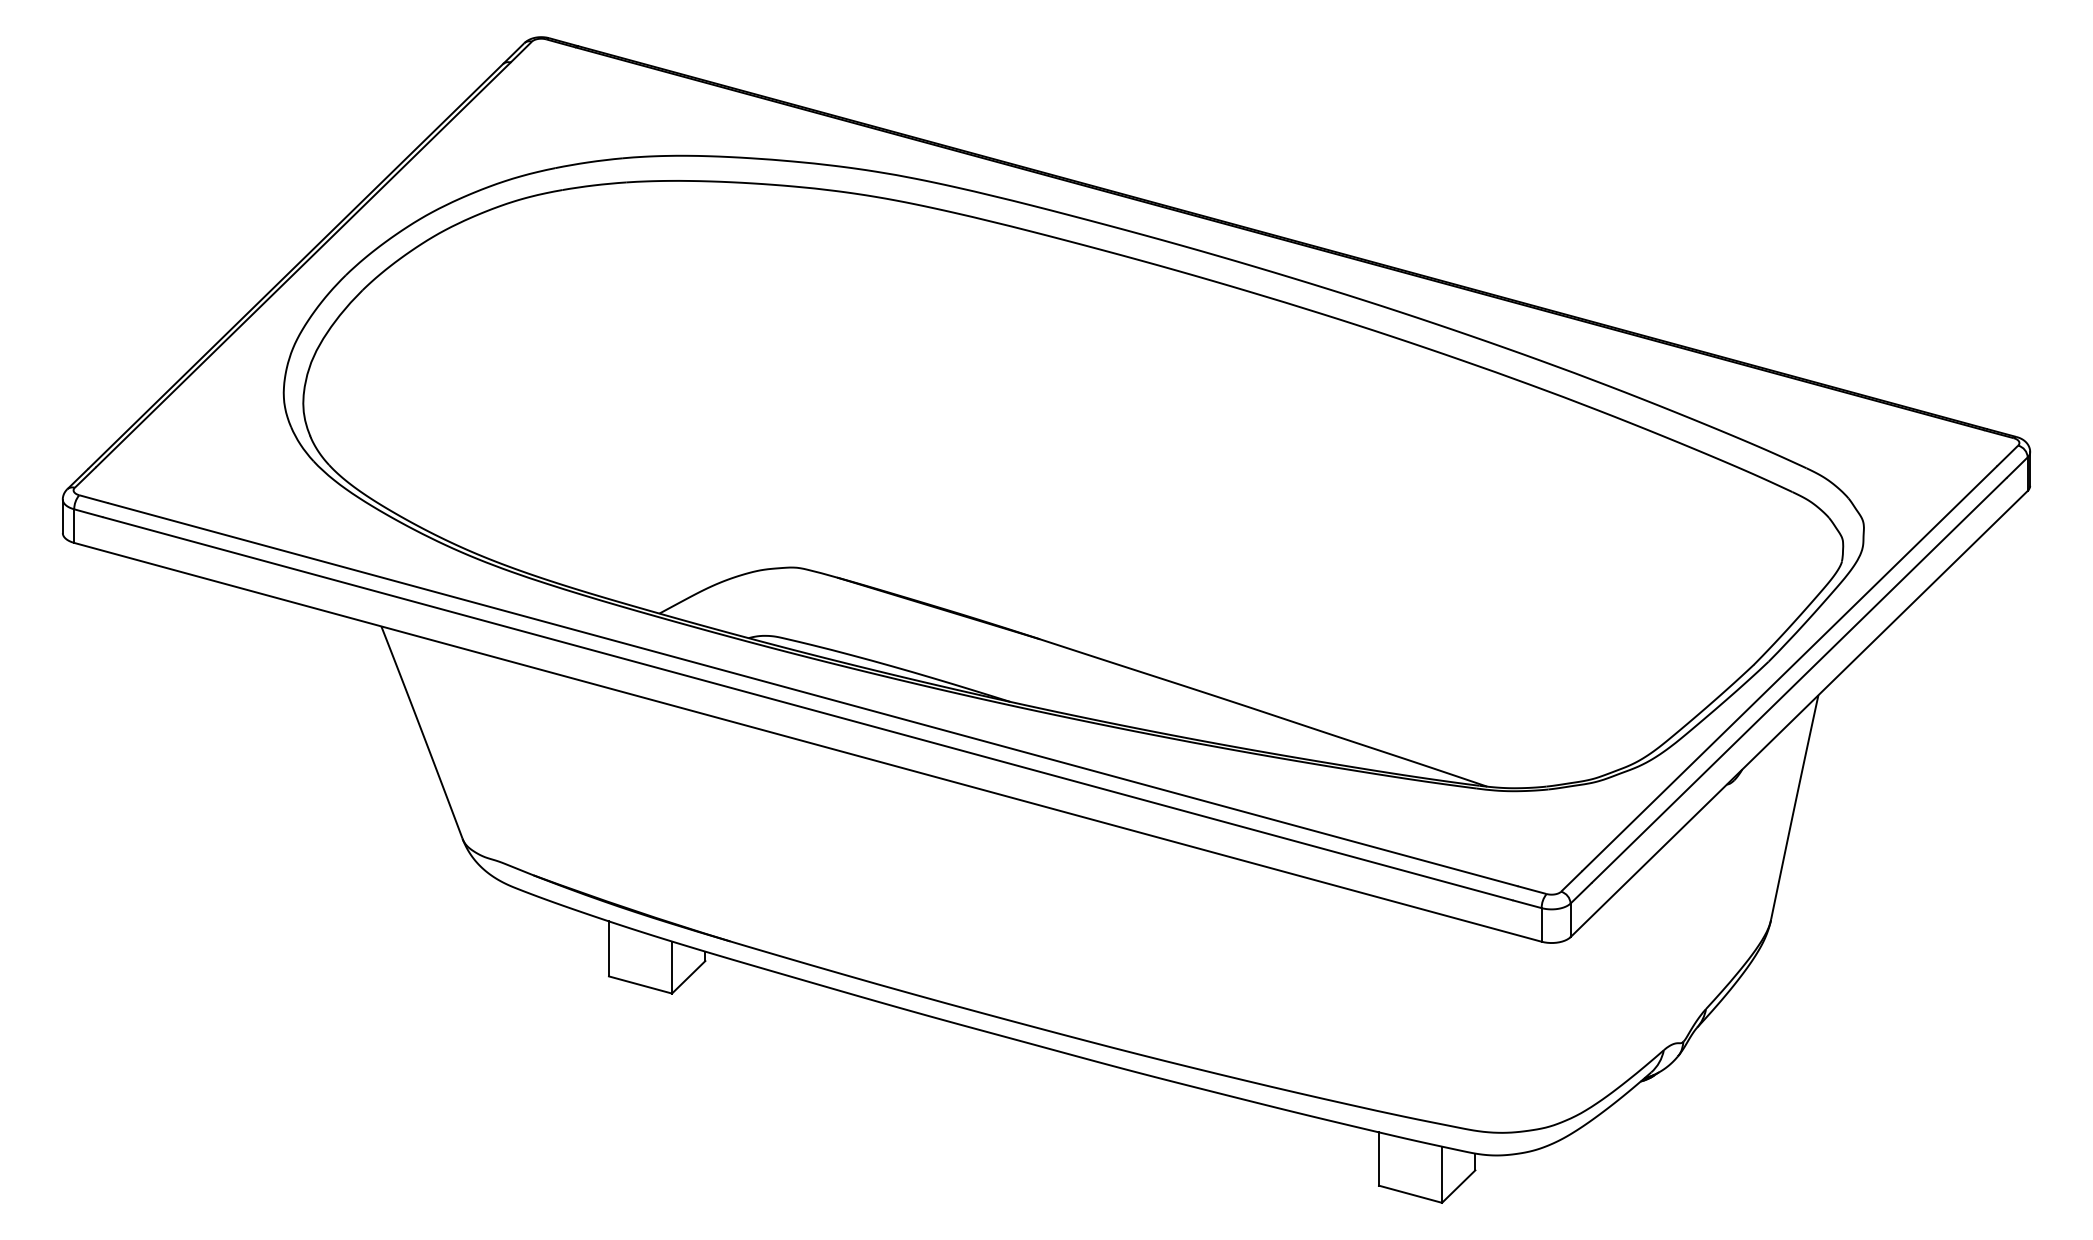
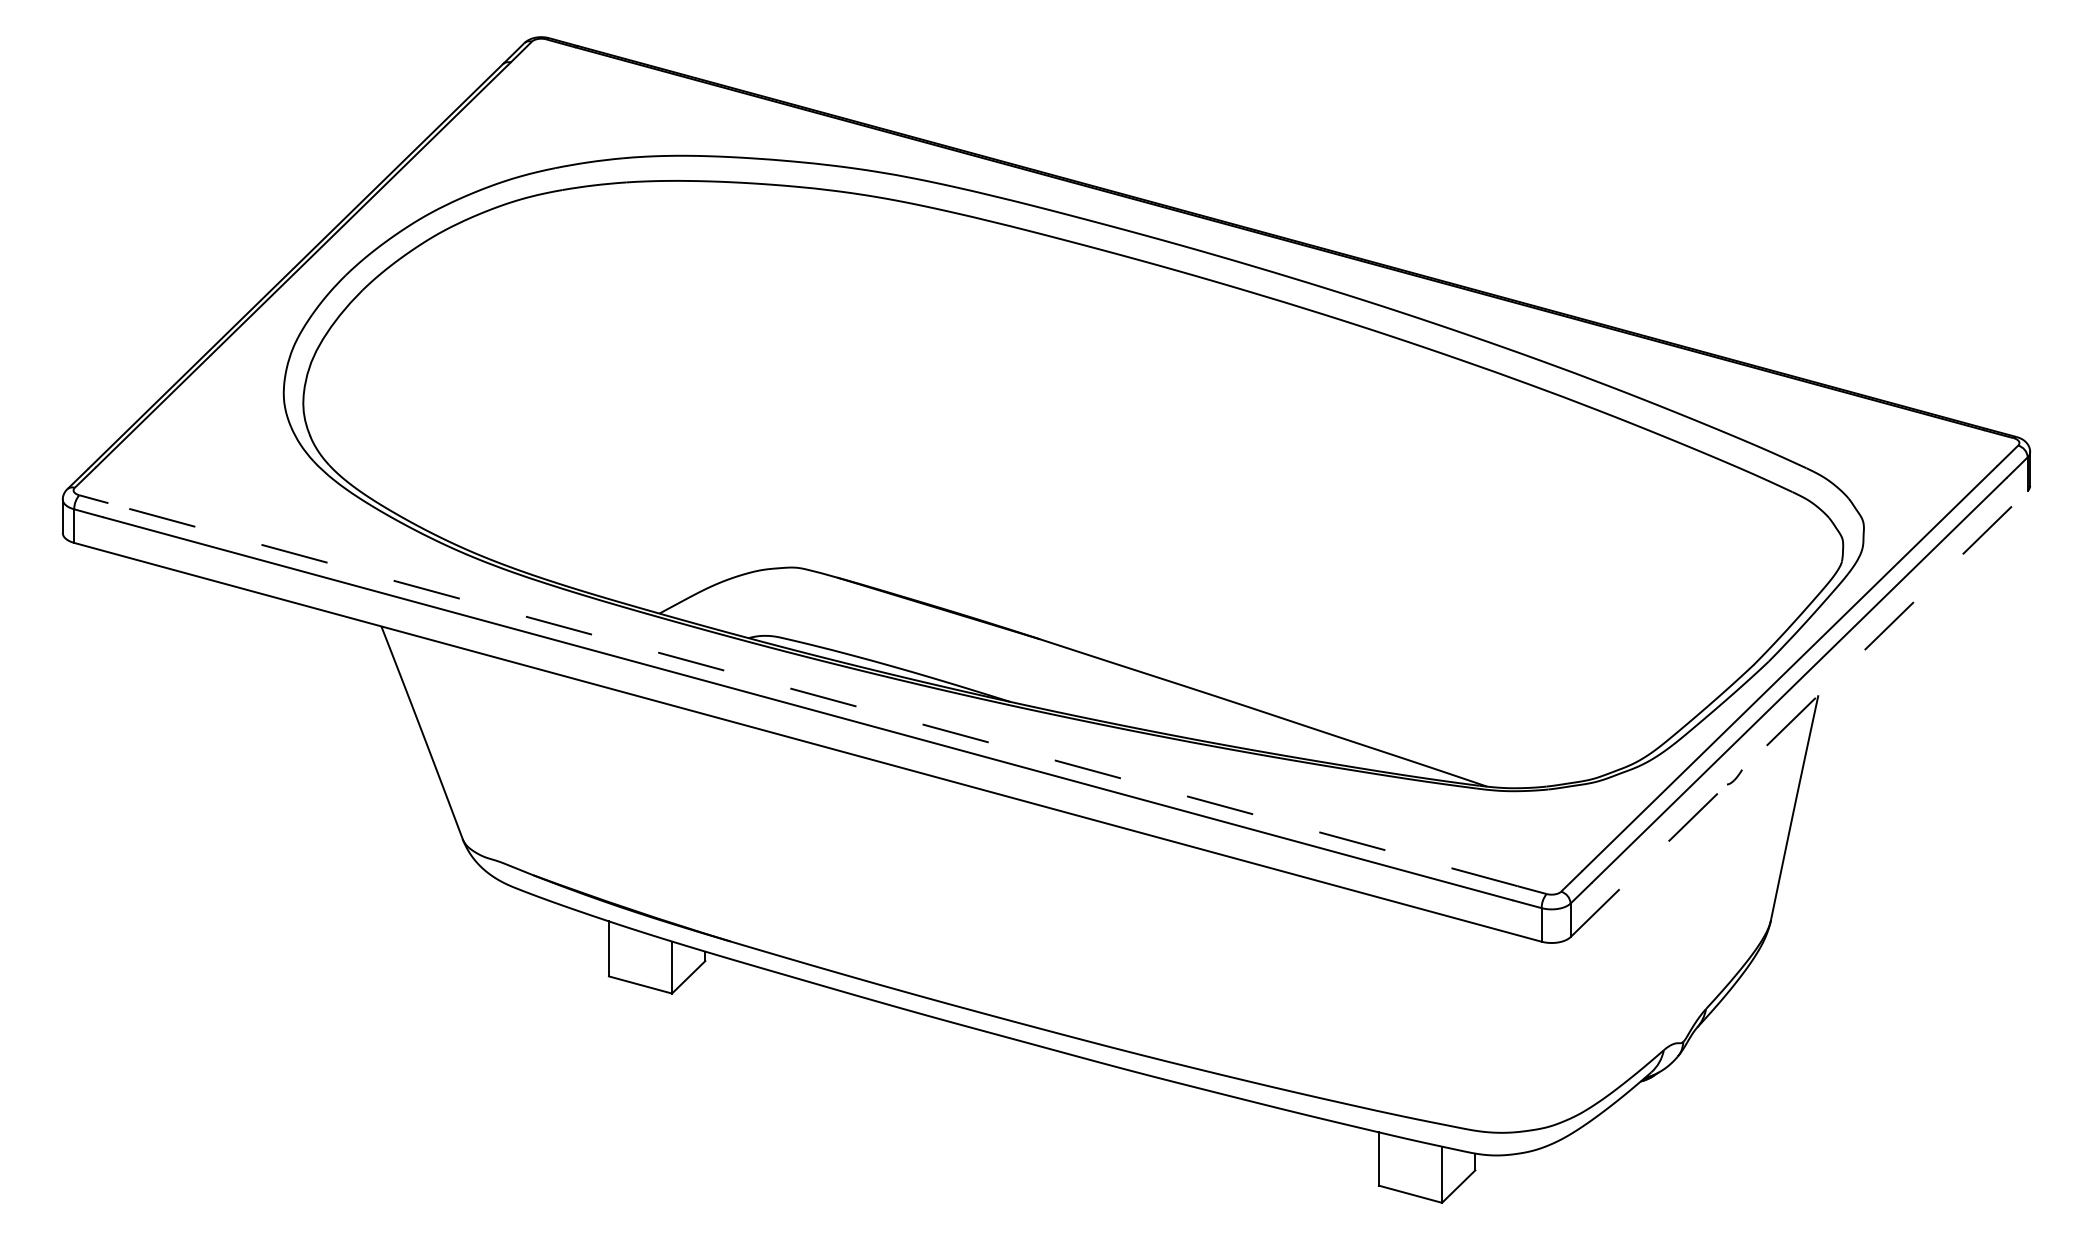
line at (812, 694): solid -> dashed
line at (1799, 713): solid -> dashed
